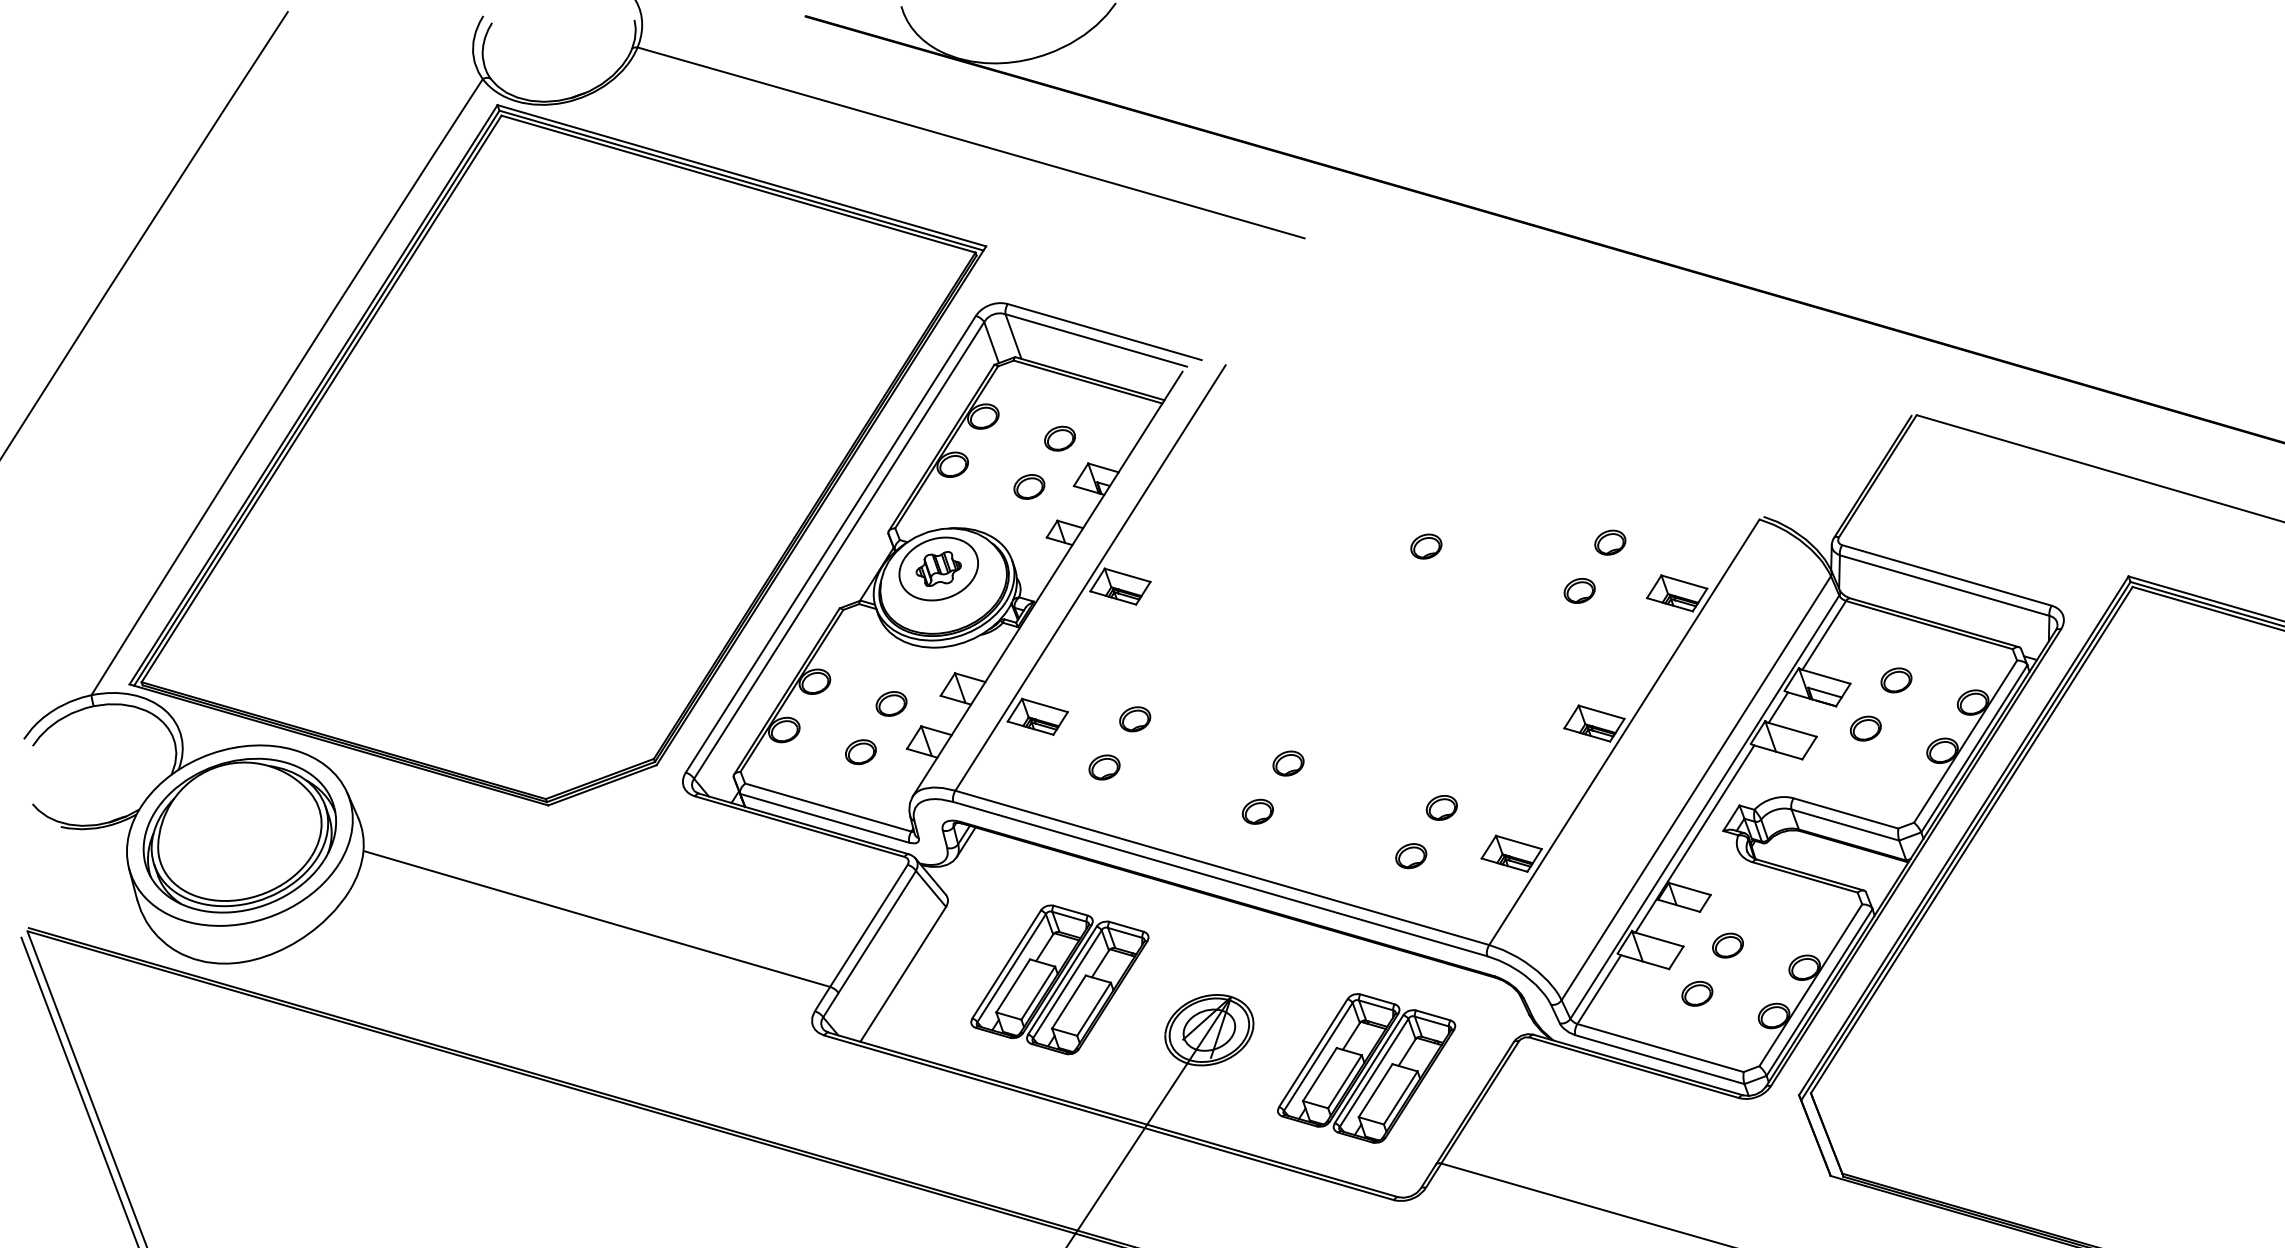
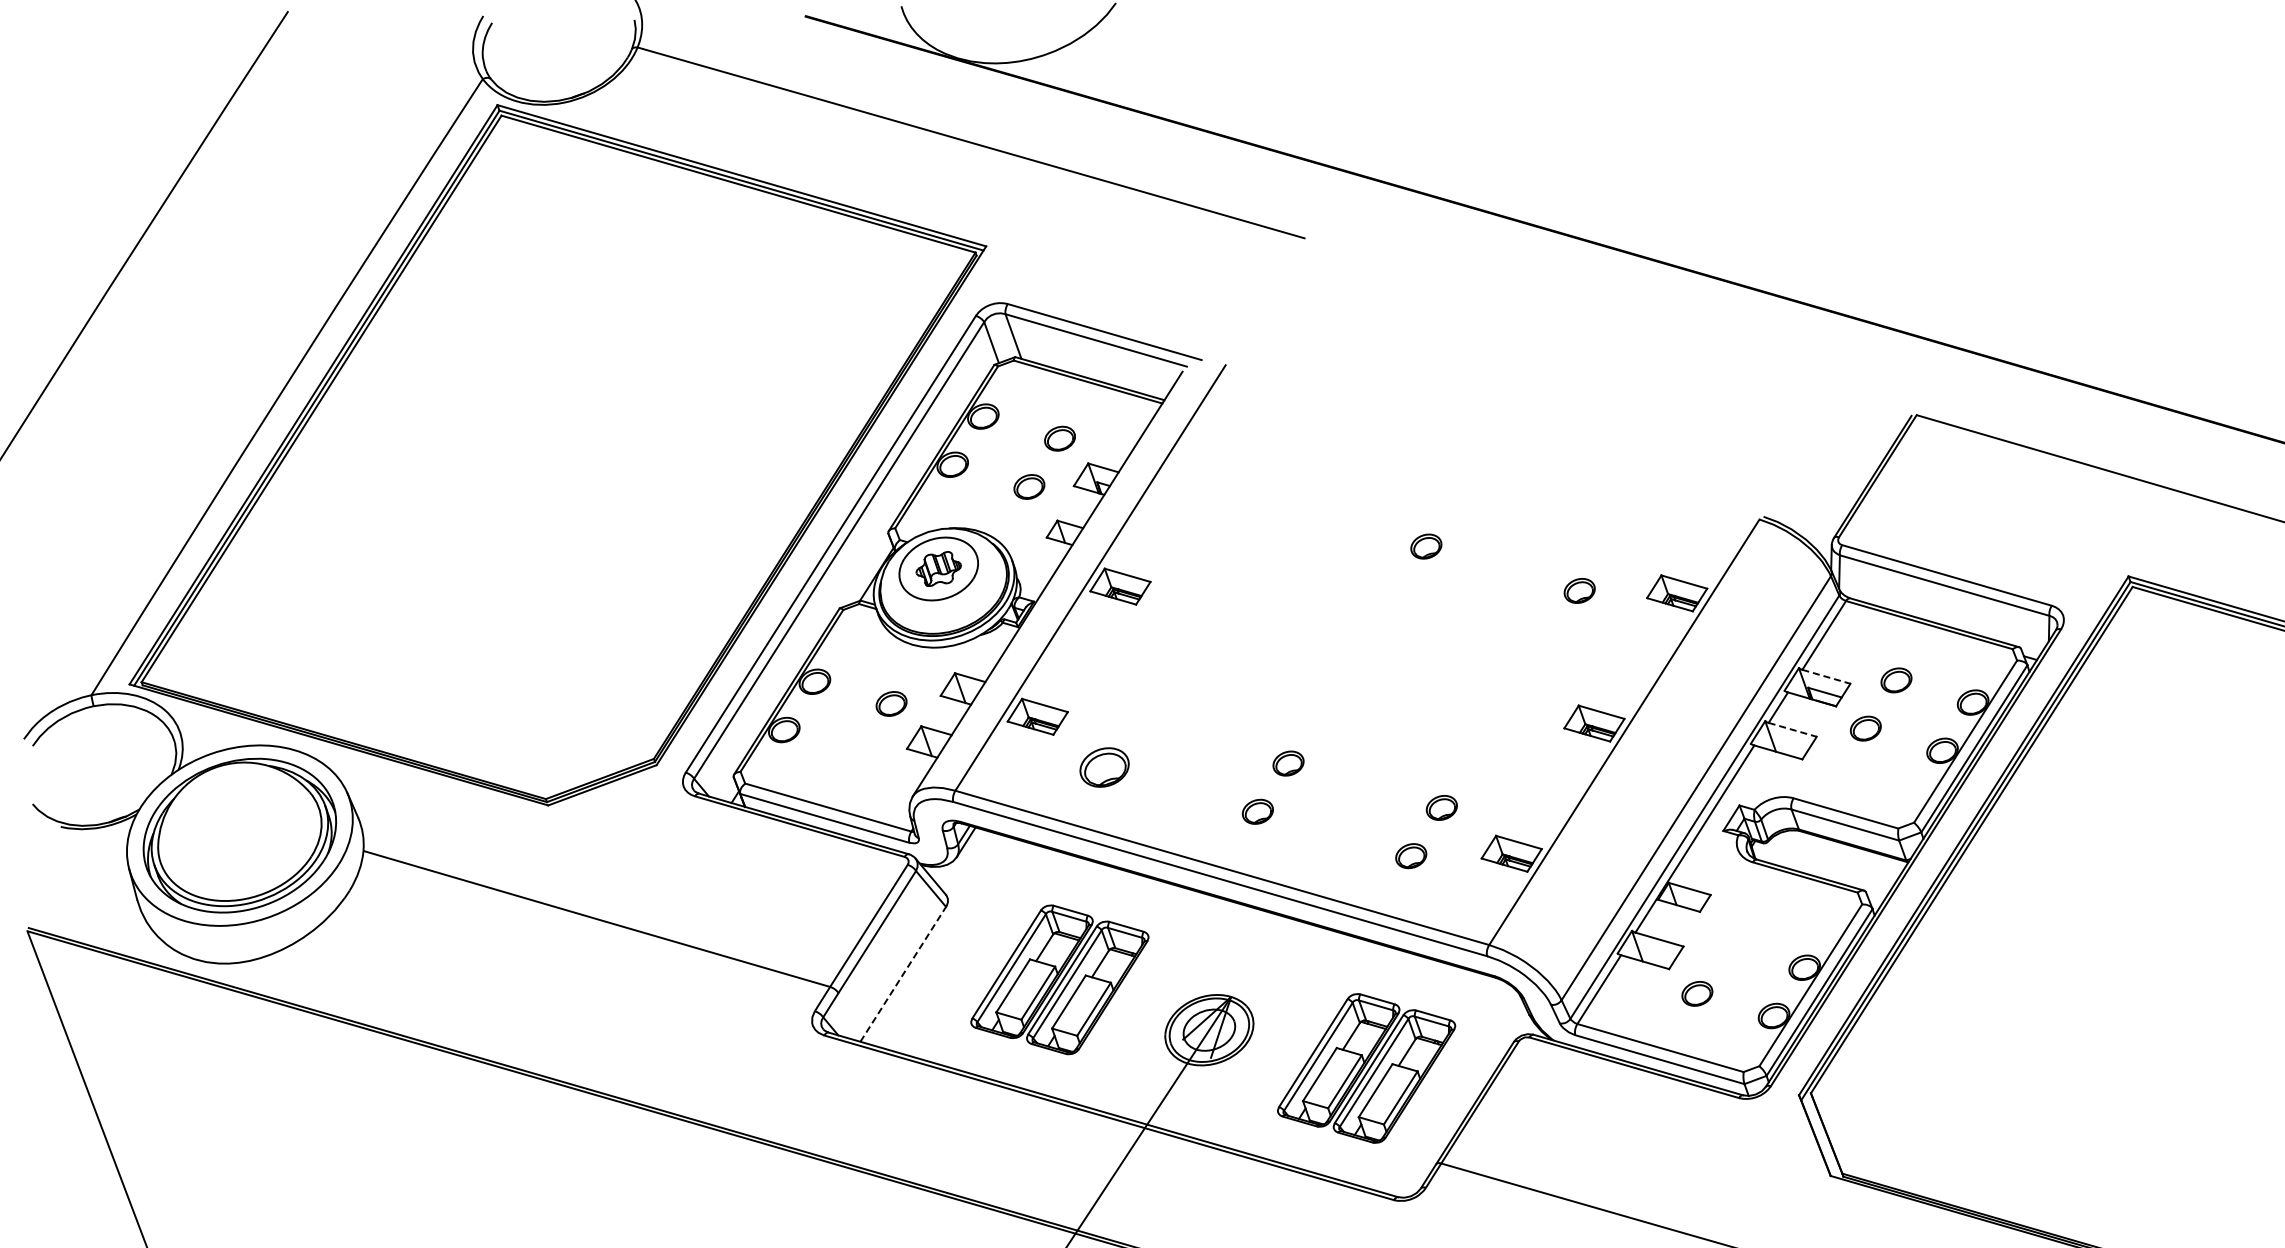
part at (1610, 542): present -> none
line at (1826, 676): solid -> dashed
part at (1135, 719): present -> none
line at (1793, 729): solid -> dashed
part at (860, 752): present -> none
part at (1104, 767) size: 33x27 px -> 51x41 px
part at (1727, 945): present -> none
line at (903, 974): solid -> dashed
line at (79, 1090): present -> none
